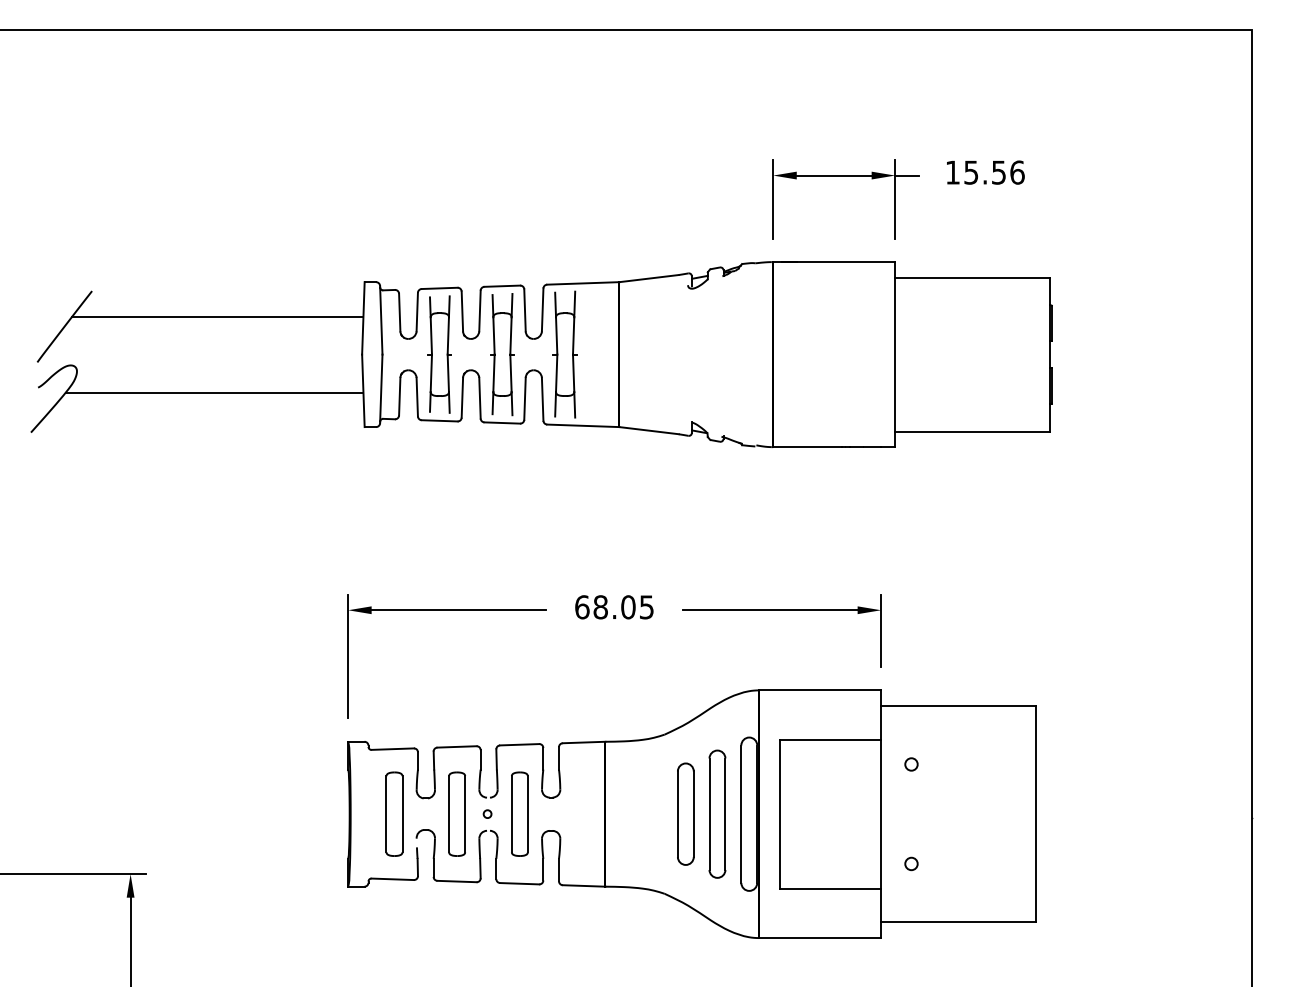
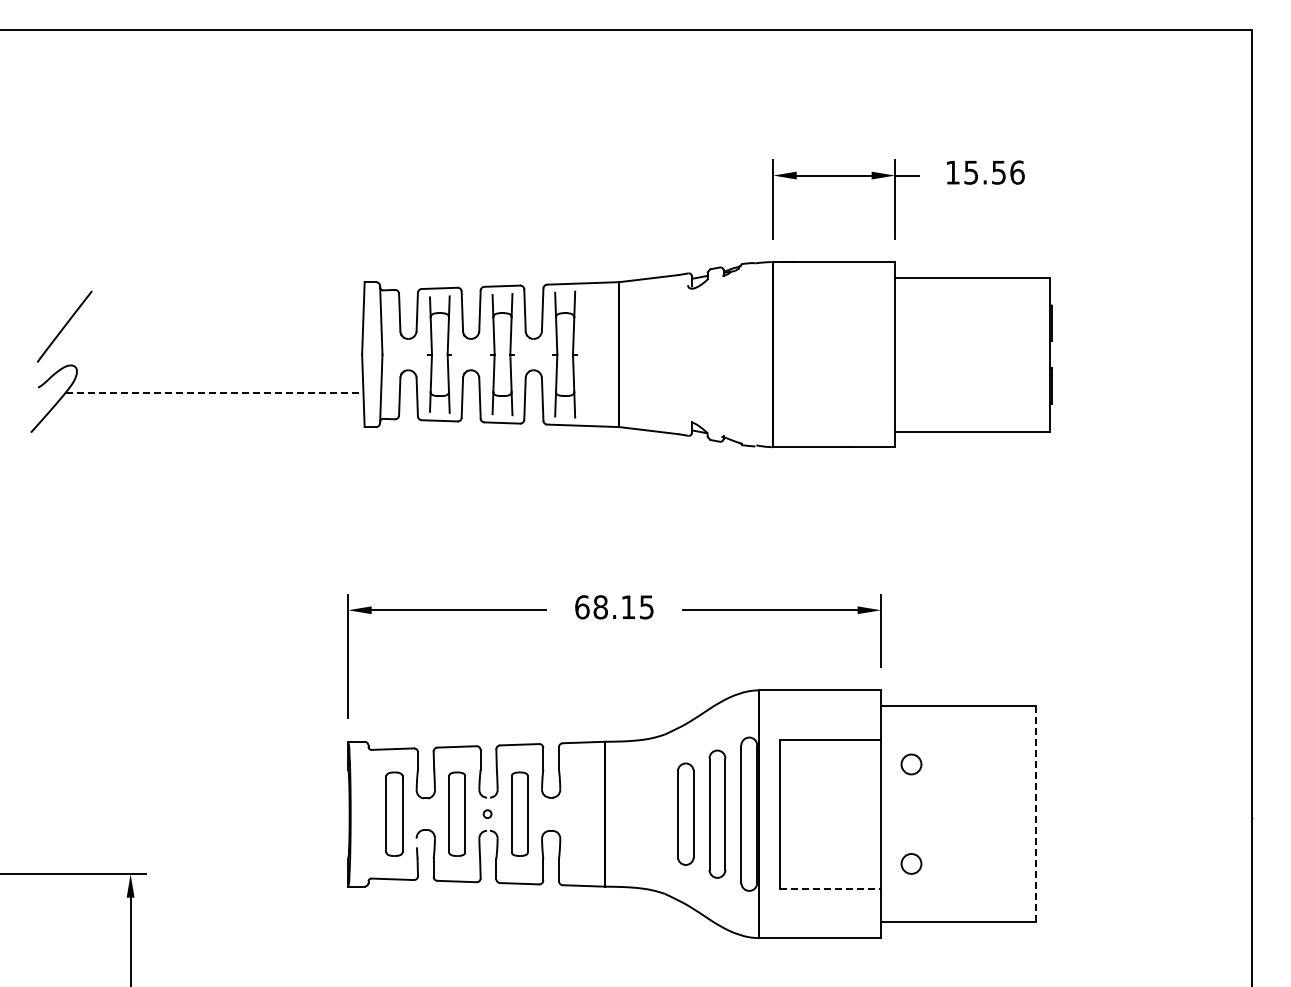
line at (217, 316): present -> none
line at (214, 392): solid -> dashed
text at (628, 607): 68.05 -> 68.15
circle at (911, 764) size: 15x15 px -> 23x23 px
line at (1036, 814): solid -> dashed
circle at (911, 863) size: 15x16 px -> 23x22 px
line at (831, 888): solid -> dashed
